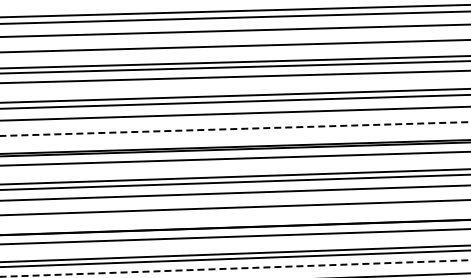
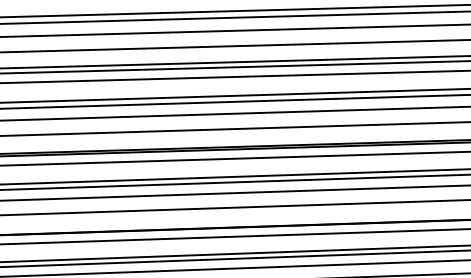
line at (235, 129): dashed -> solid
line at (235, 268): dashed -> solid
